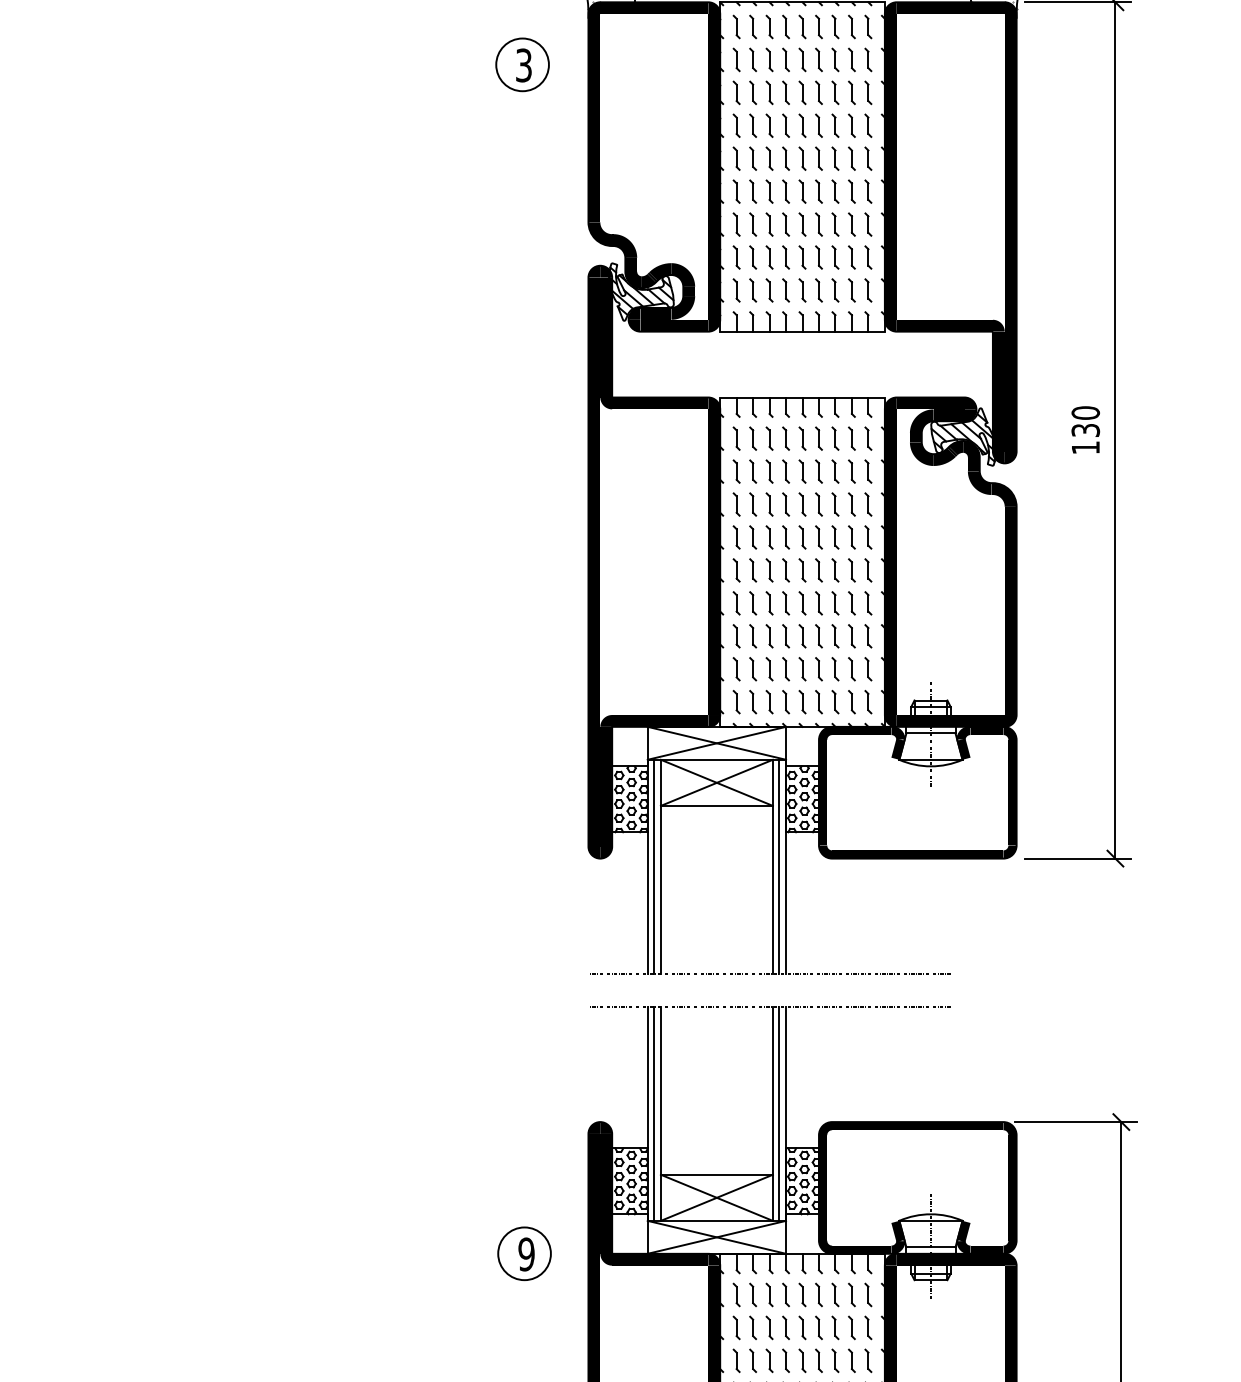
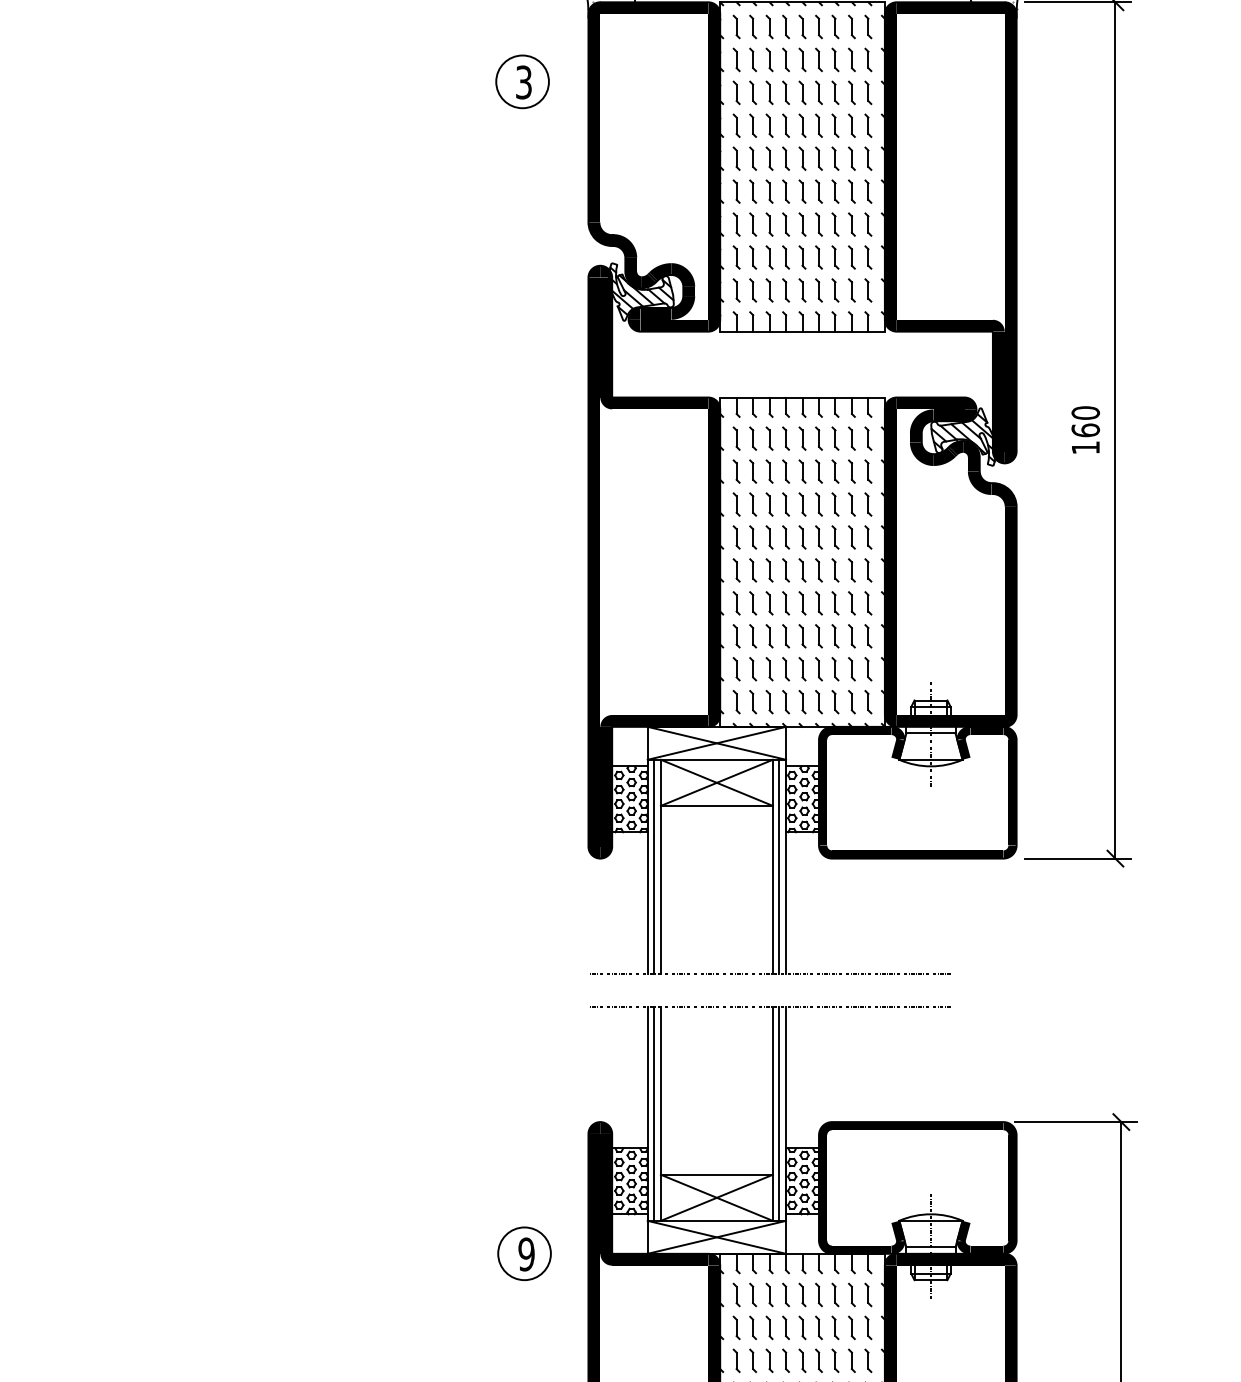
part at (522, 64) position: (522, 64) -> (522, 81)
text at (1085, 430): 130 -> 160
